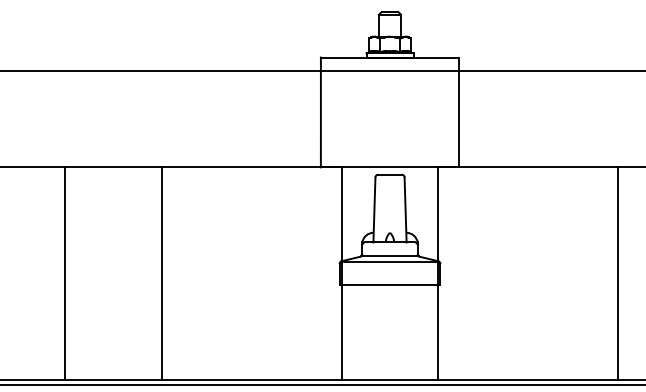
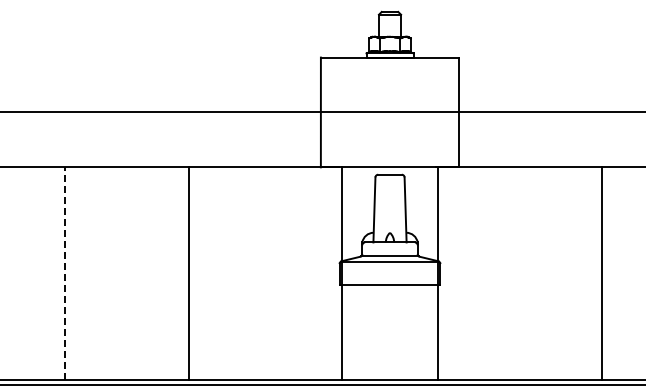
line at (322, 70) position: (322, 70) -> (322, 111)
line at (65, 273): solid -> dashed
line at (161, 273) position: (161, 273) -> (188, 273)
line at (618, 273) position: (618, 273) -> (602, 273)
